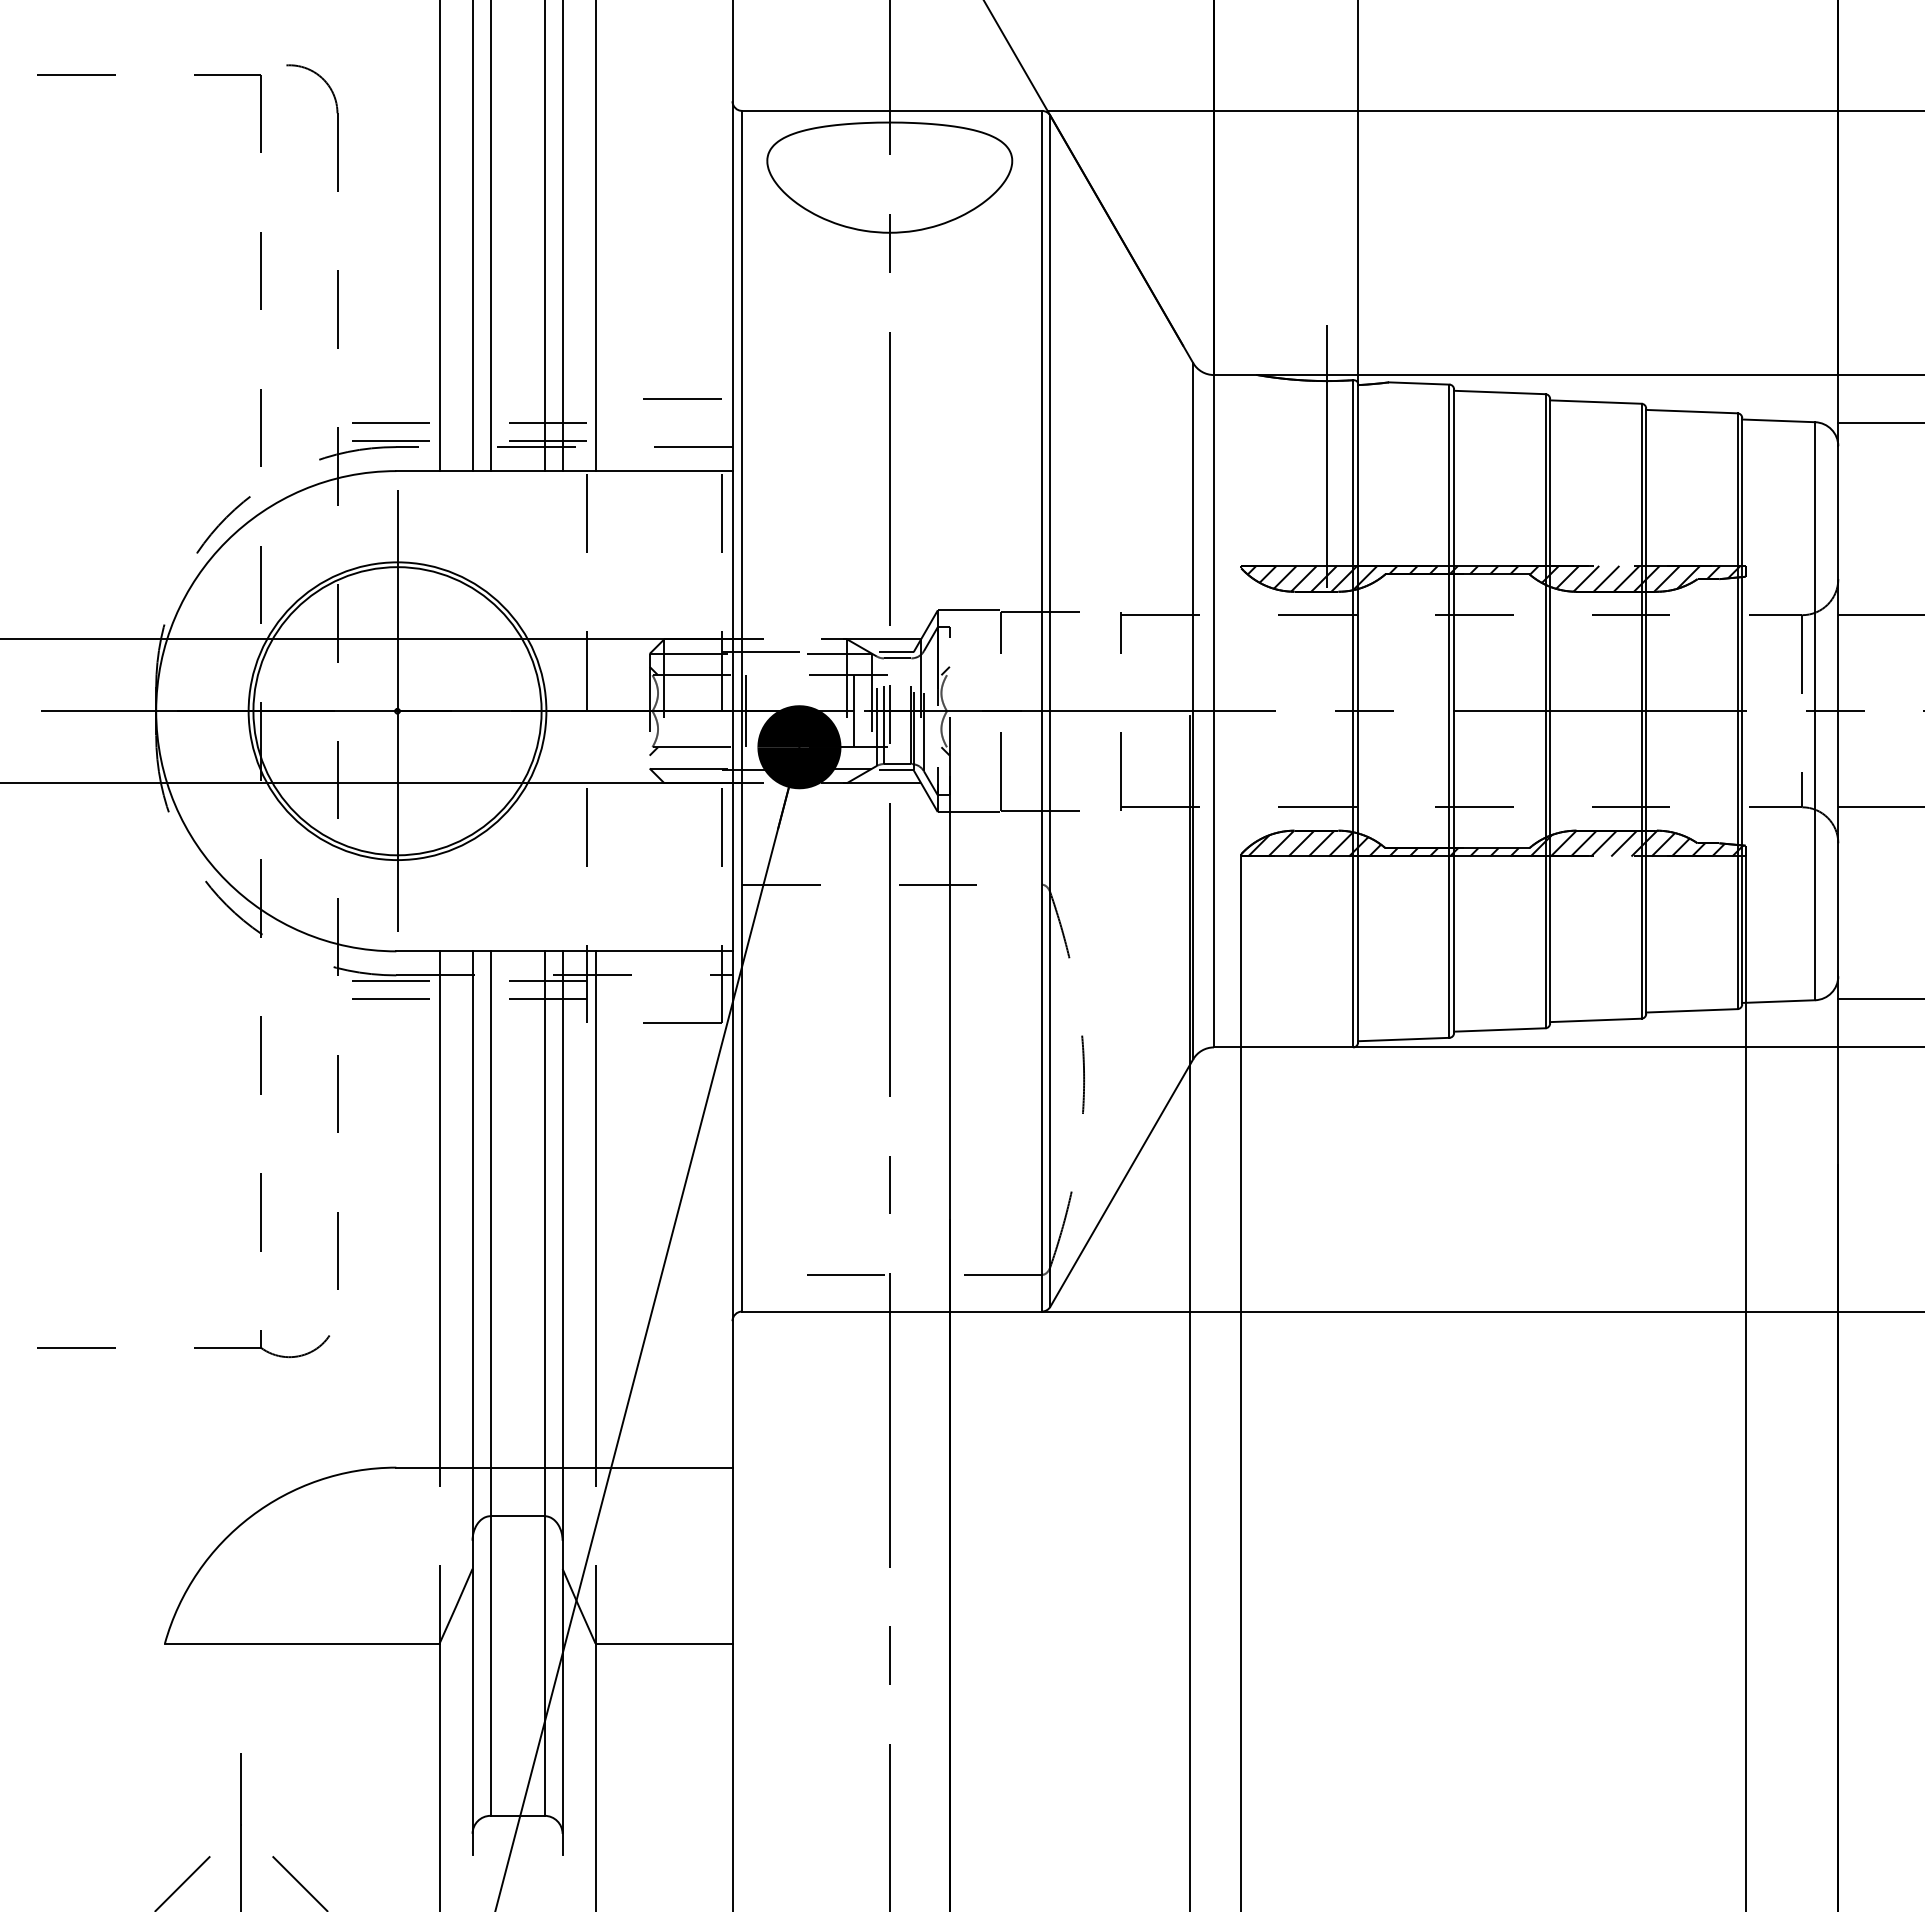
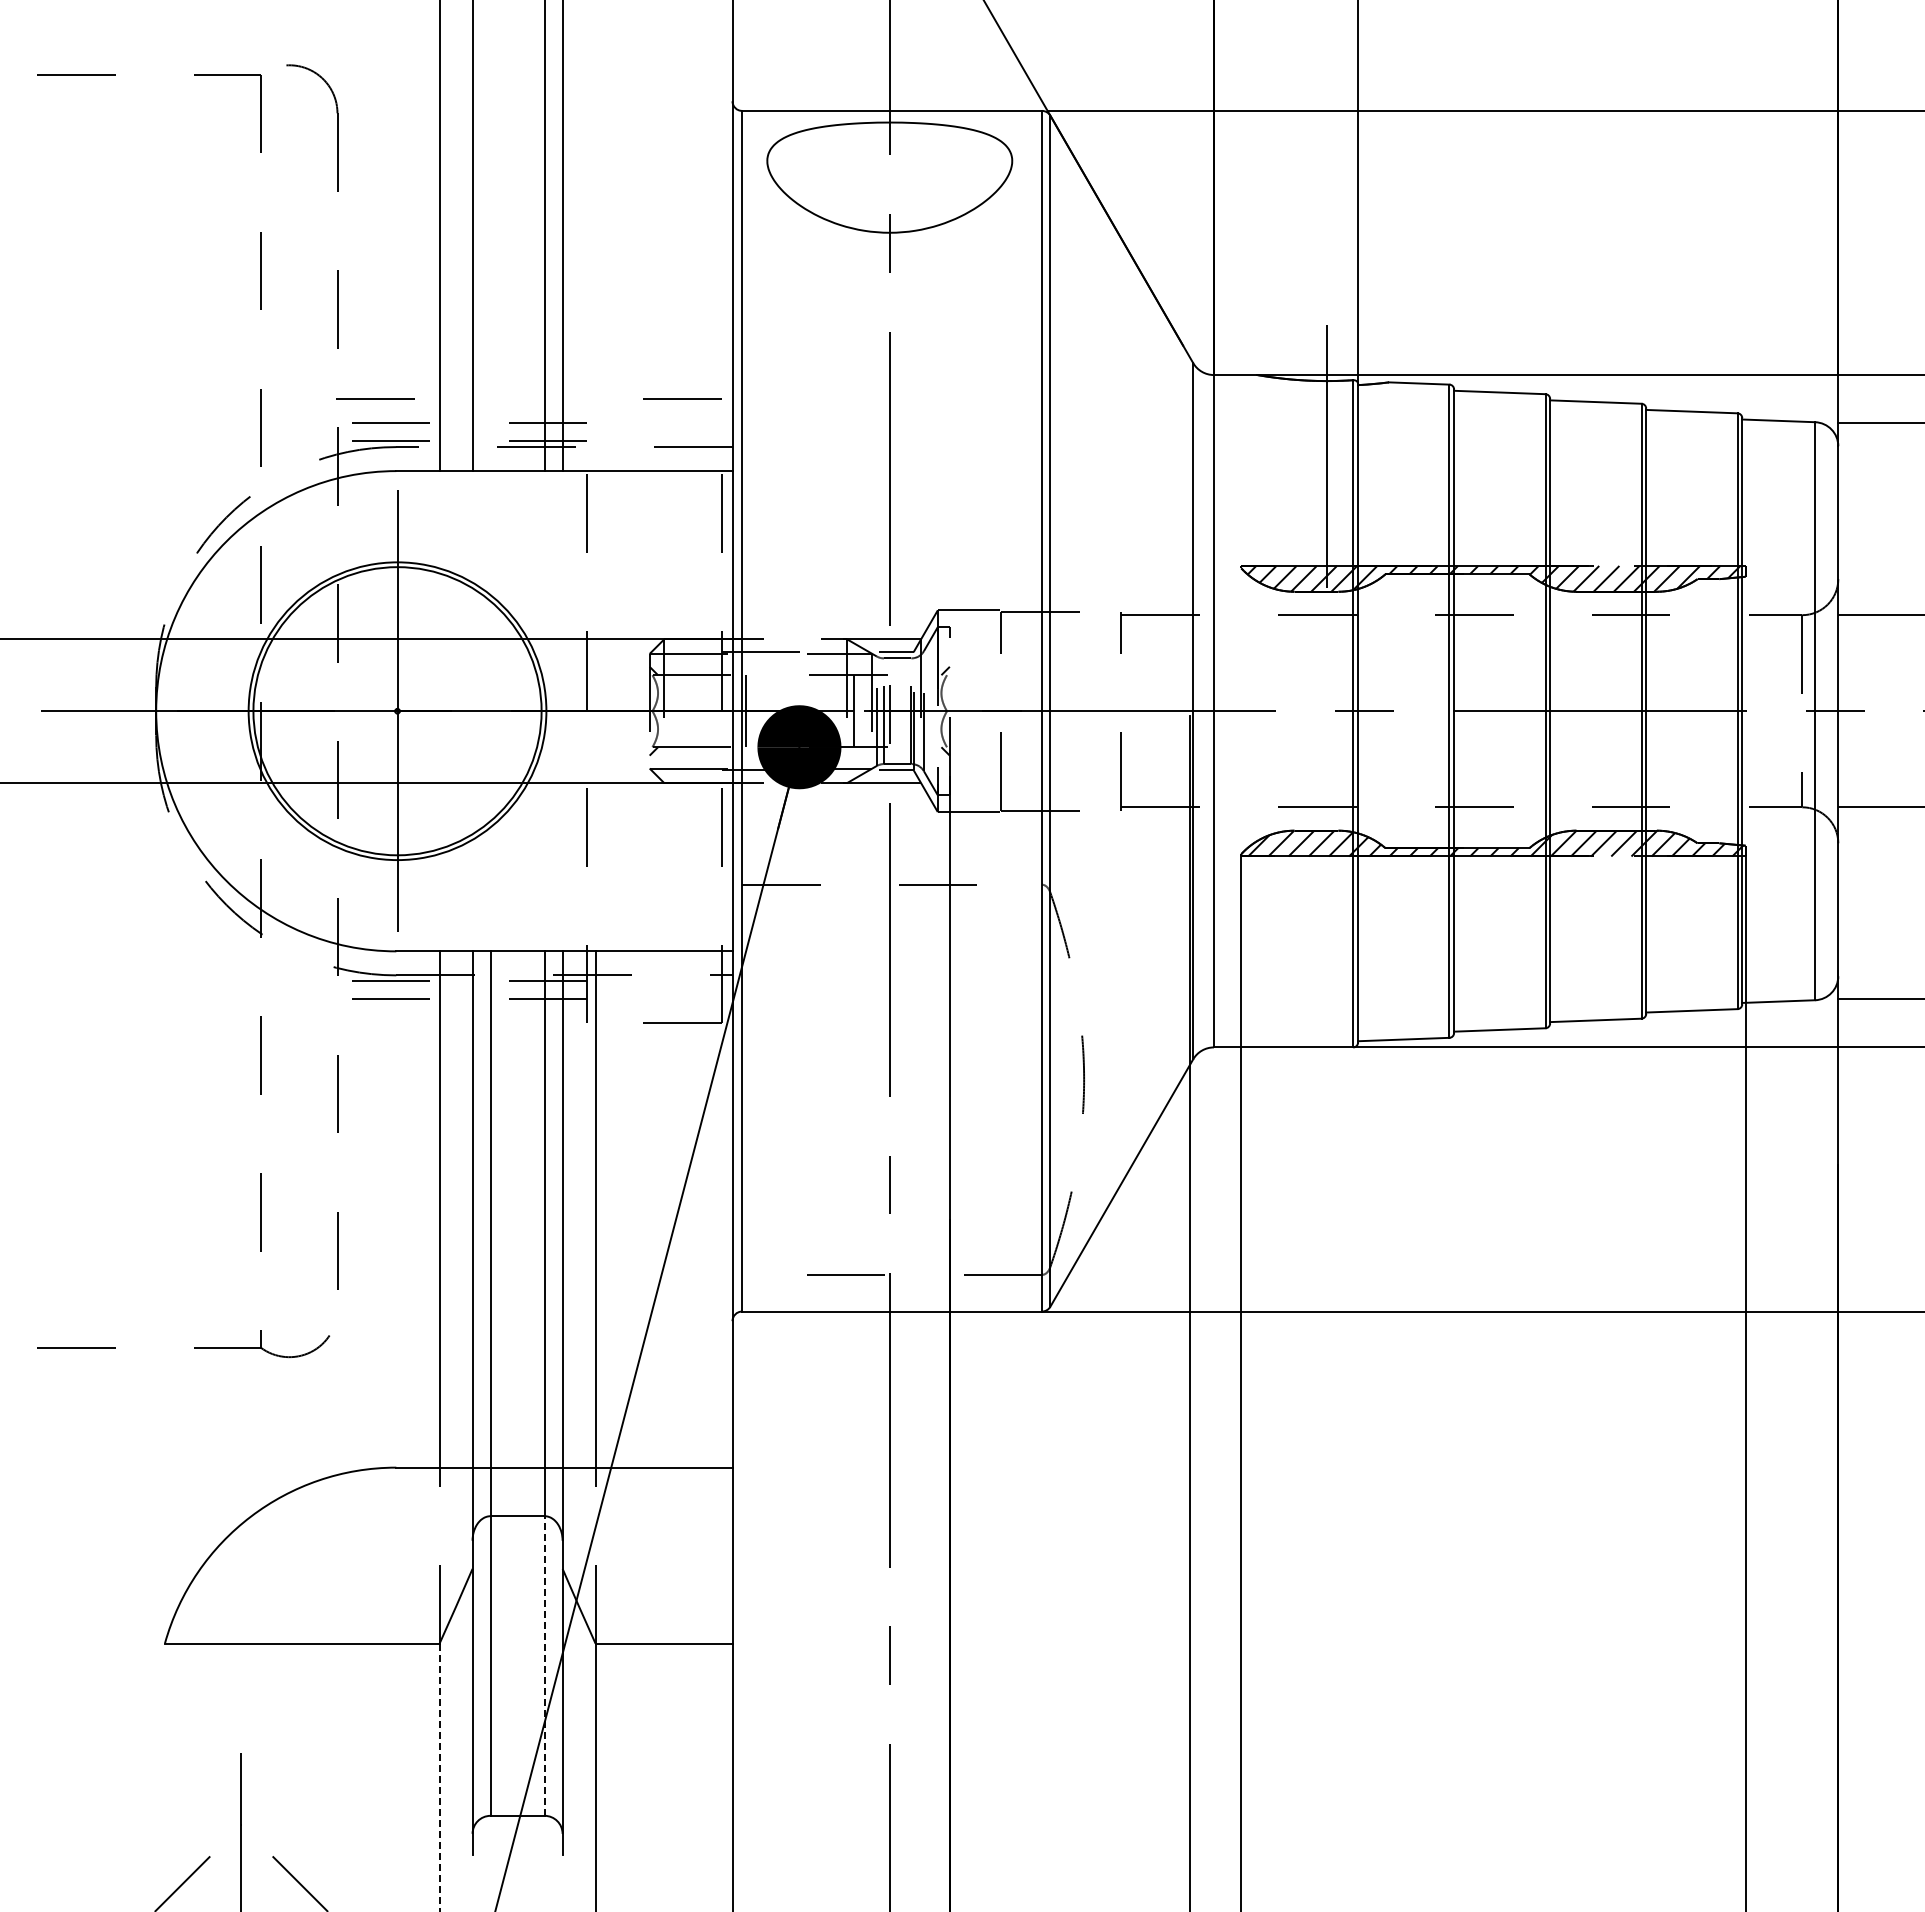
line at (490, 236): present -> none
line at (595, 236): present -> none
line at (375, 398): none -> present
line at (544, 1666): solid -> dashed
line at (439, 1778): solid -> dashed
